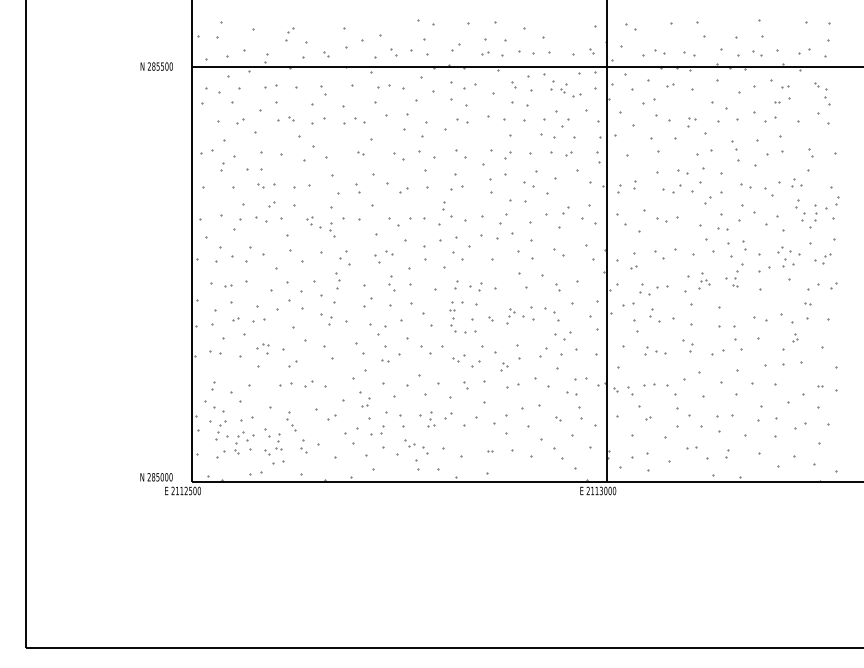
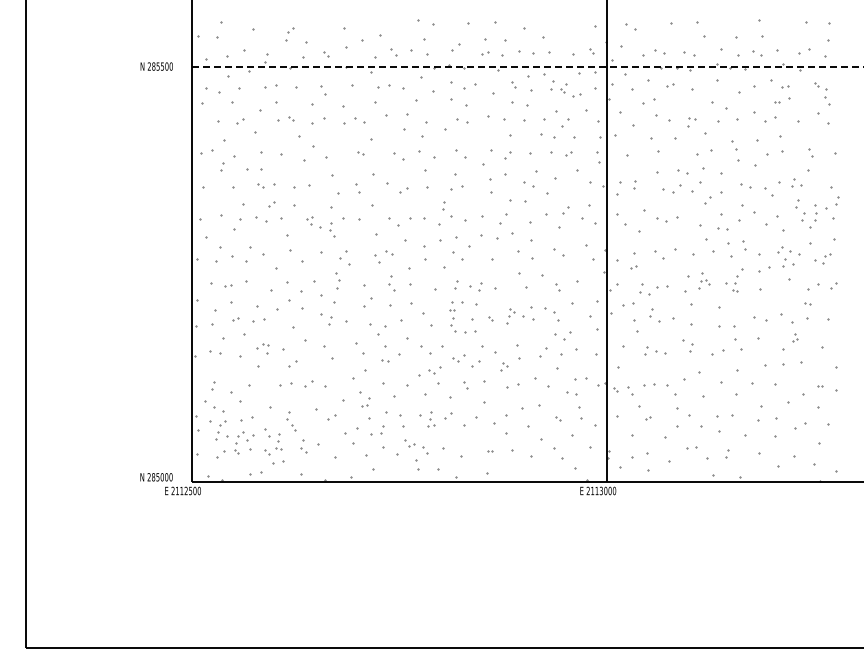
line at (527, 66): solid -> dashed
part at (619, 188) size: 5x10 px -> 6x15 px
part at (734, 275) position: (734, 275) -> (734, 280)
part at (434, 370): none -> present
